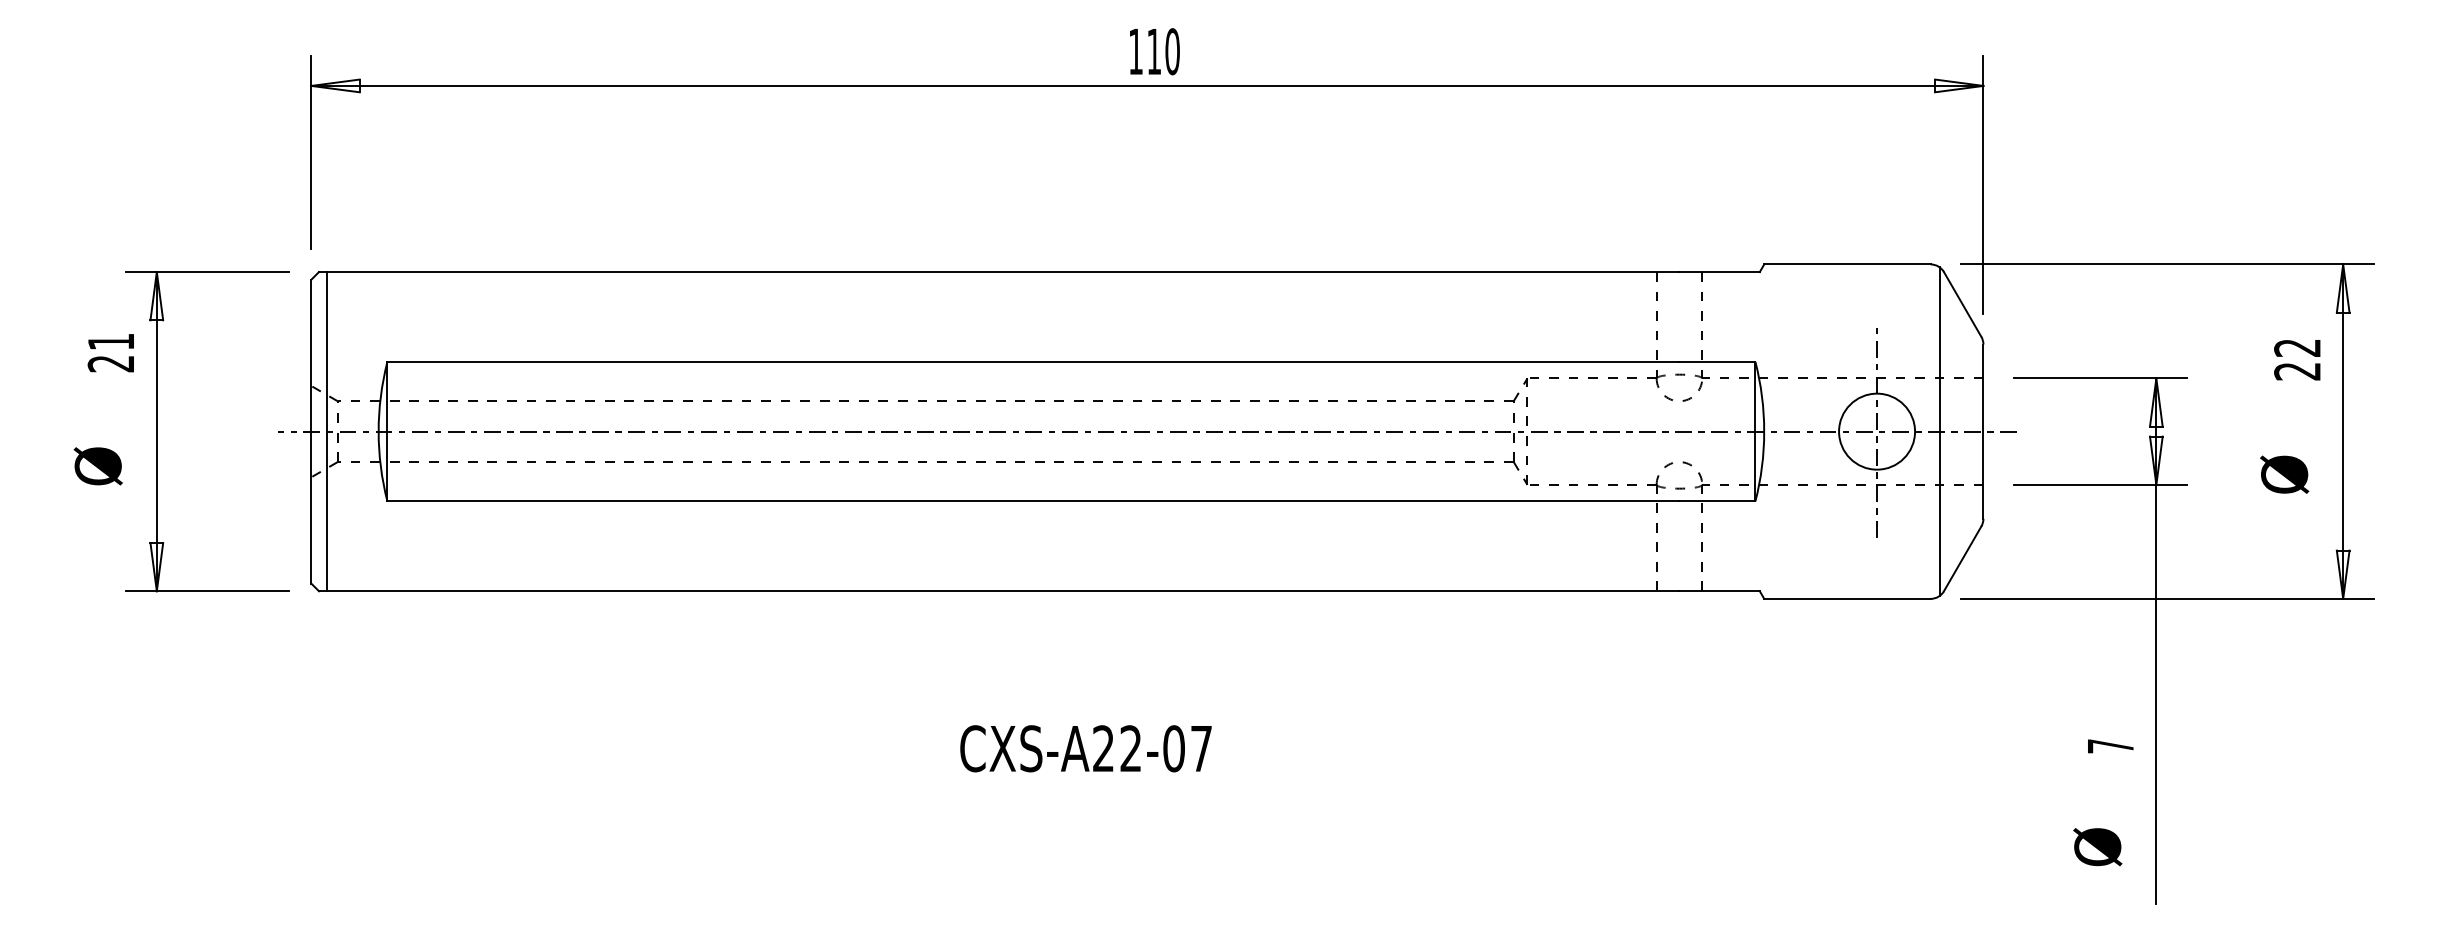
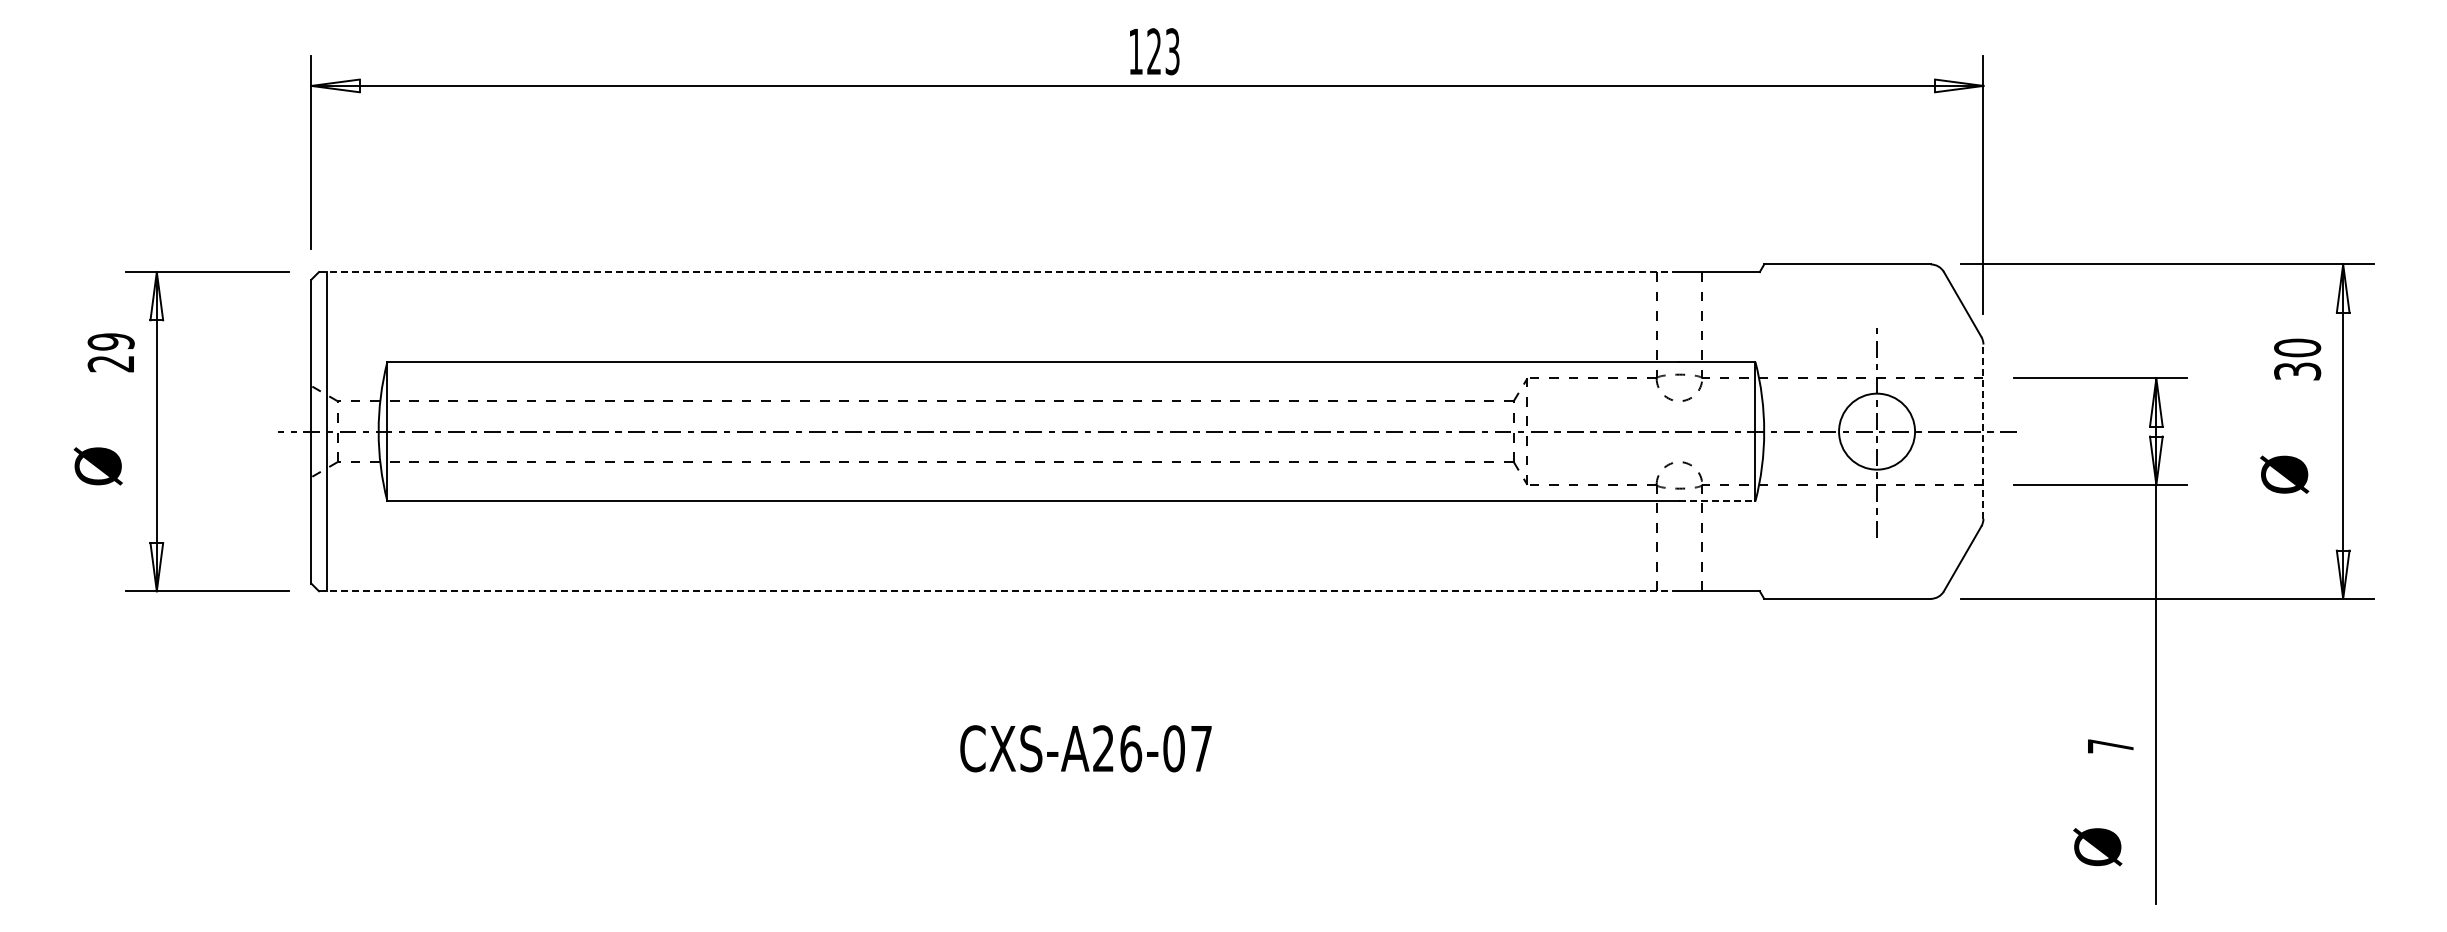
text at (1163, 51): 110 -> 123
line at (999, 272): solid -> dashed
text at (110, 341): 21 -> 29
text at (2297, 359): 22 -> 30
line at (1939, 431): present -> none
line at (1983, 431): solid -> dashed
line at (1717, 501): solid -> dashed
line at (999, 591): solid -> dashed
text at (1131, 748): CXS-A22-07 -> CXS-A26-07
